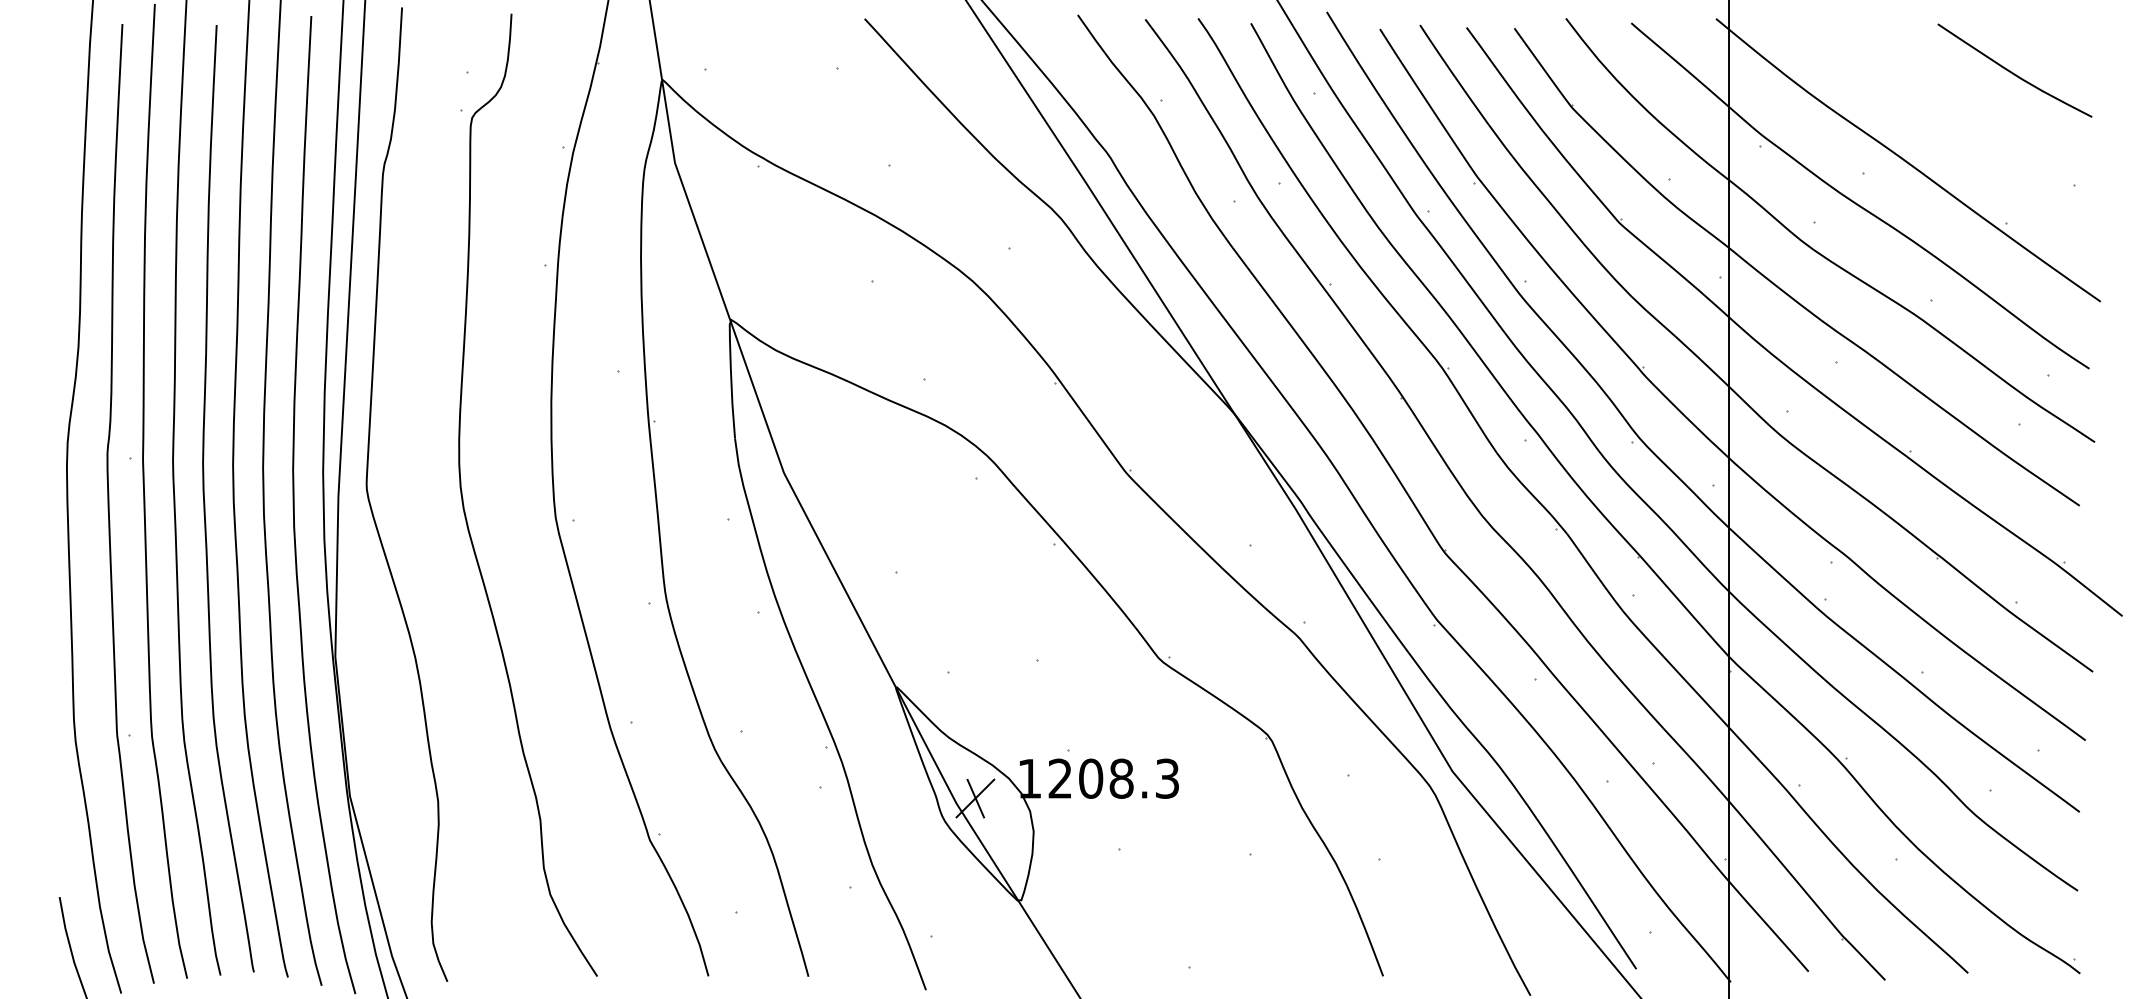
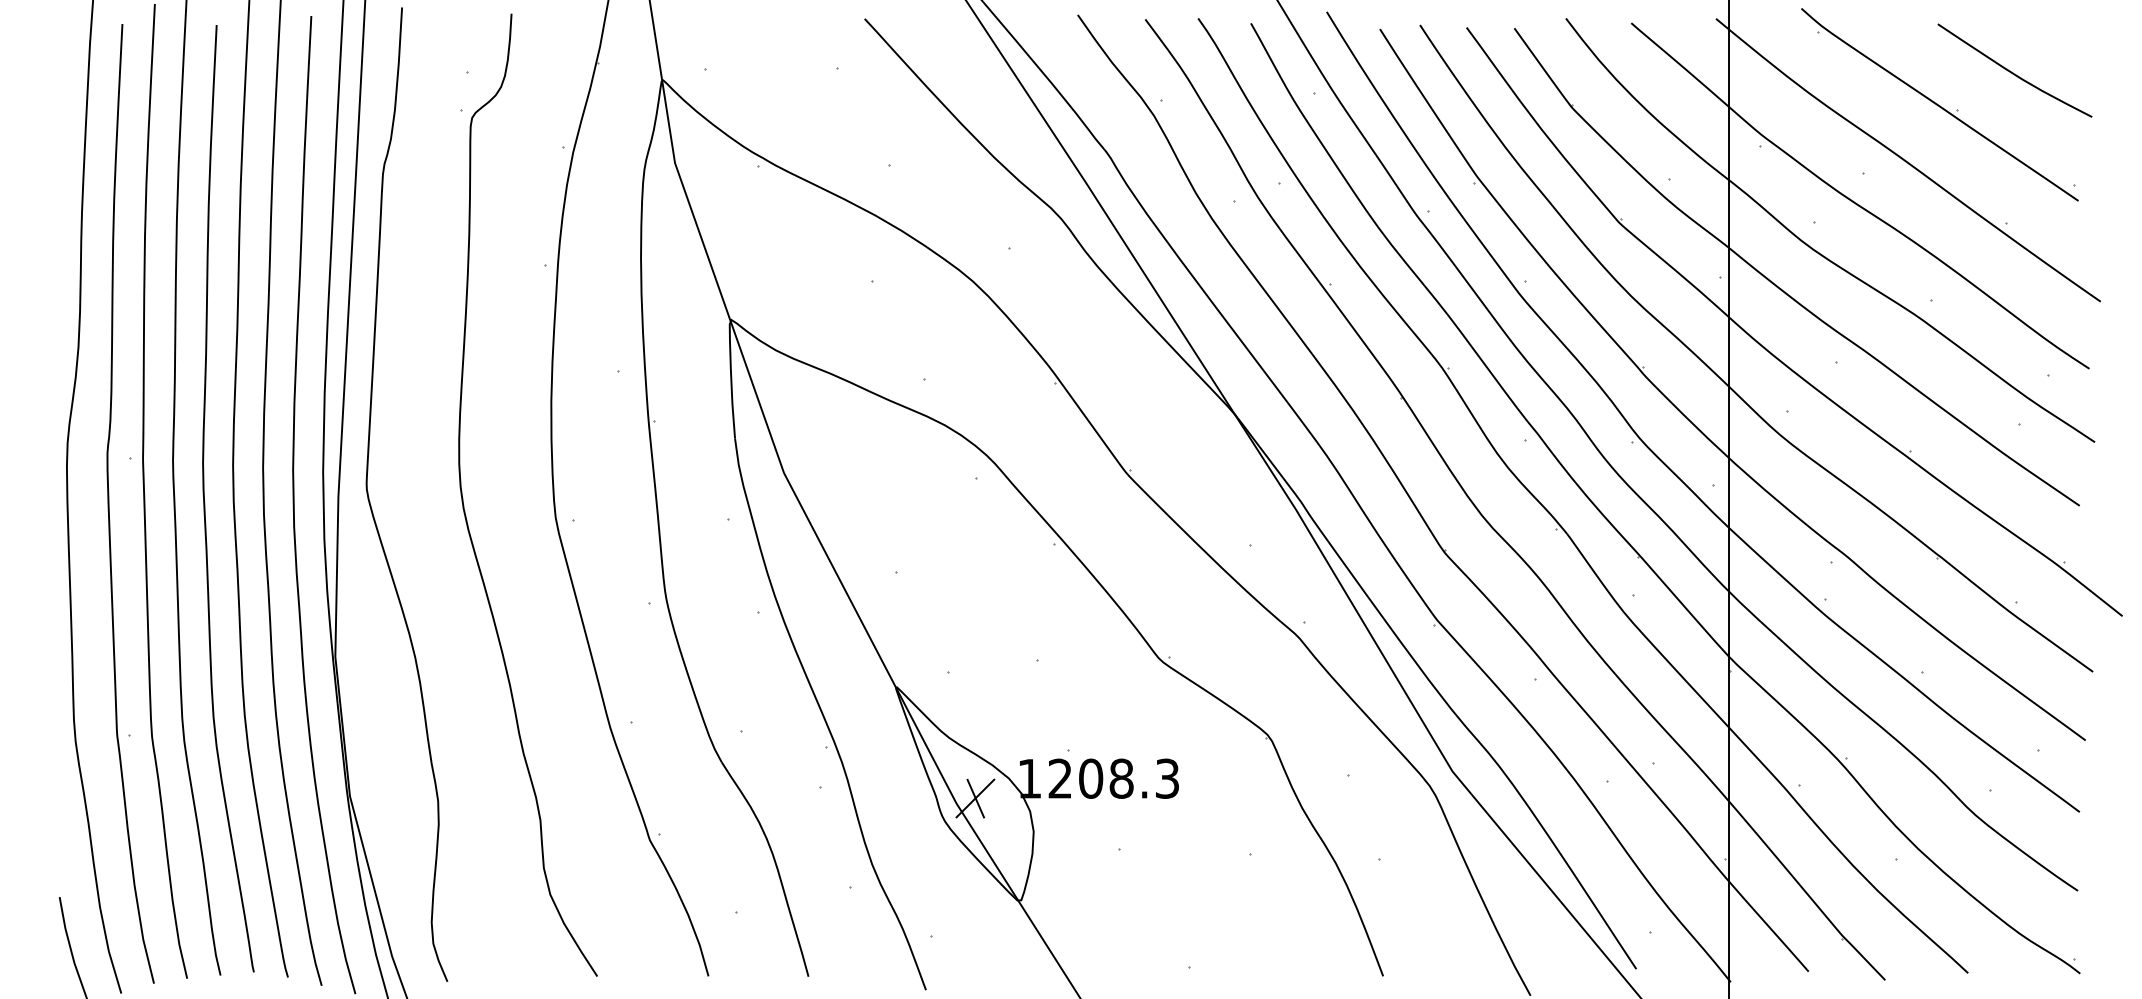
part at (1939, 104): none -> present
